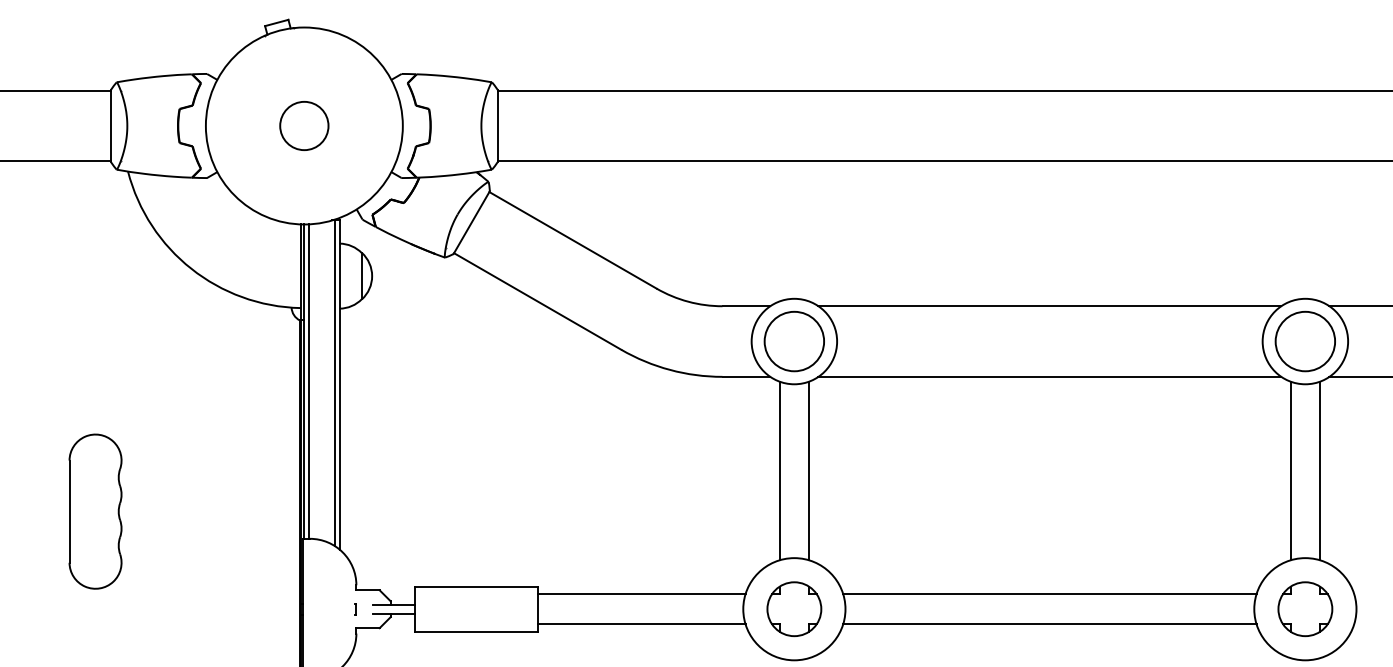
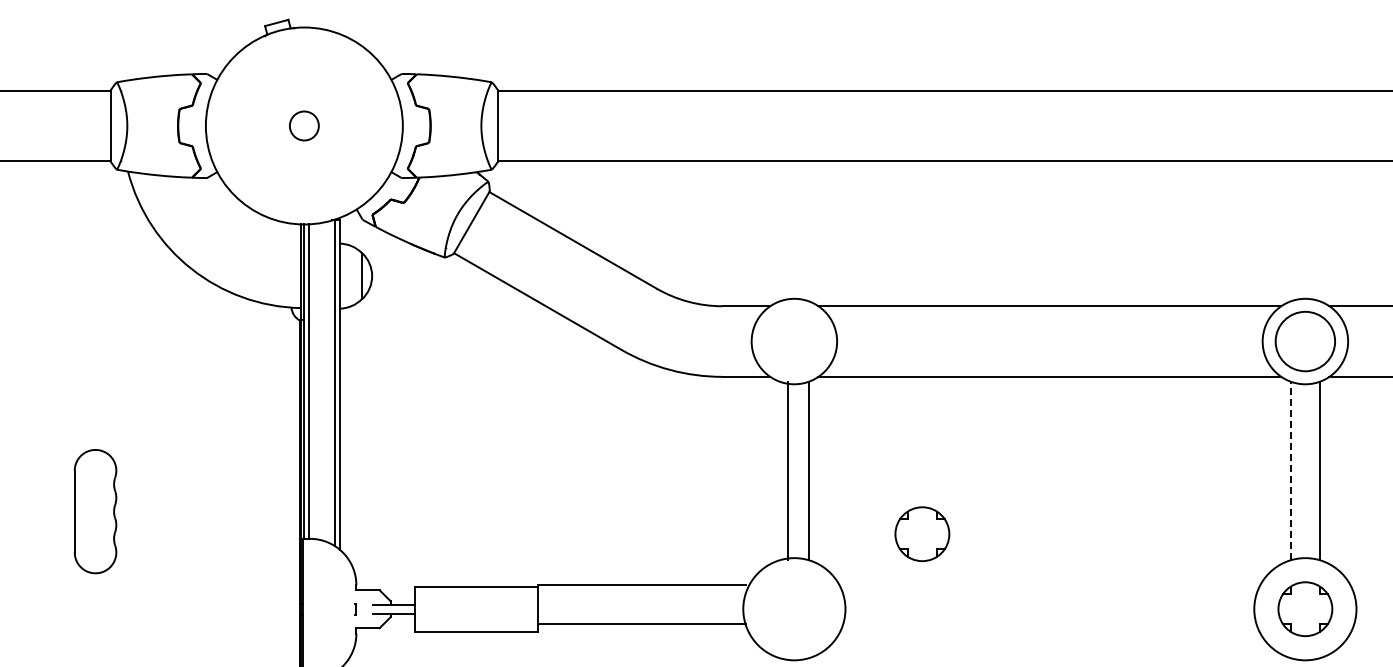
circle at (304, 125) diameter: 48 px -> 29 px
circle at (793, 341): present -> none
line at (779, 470) position: (779, 470) -> (787, 470)
line at (1290, 470): solid -> dashed
part at (95, 511) size: 55x157 px -> 45x126 px
line at (641, 594) position: (641, 594) -> (641, 585)
line at (1049, 594): present -> none
part at (794, 609) position: (794, 609) -> (922, 534)
line at (1049, 624): present -> none
